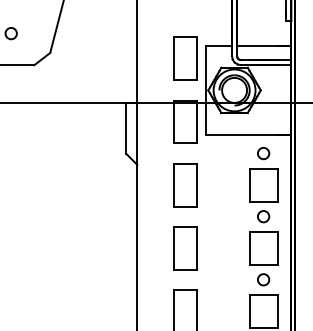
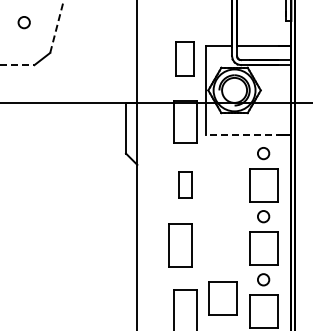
line at (56, 26): solid -> dashed
circle at (10, 33) position: (10, 33) -> (23, 22)
part at (185, 58) size: 25x45 px -> 20x36 px
line at (17, 65): solid -> dashed
line at (244, 134): solid -> dashed
part at (185, 185) size: 25x45 px -> 15x28 px
part at (185, 248) position: (185, 248) -> (180, 245)
part at (222, 298): none -> present
